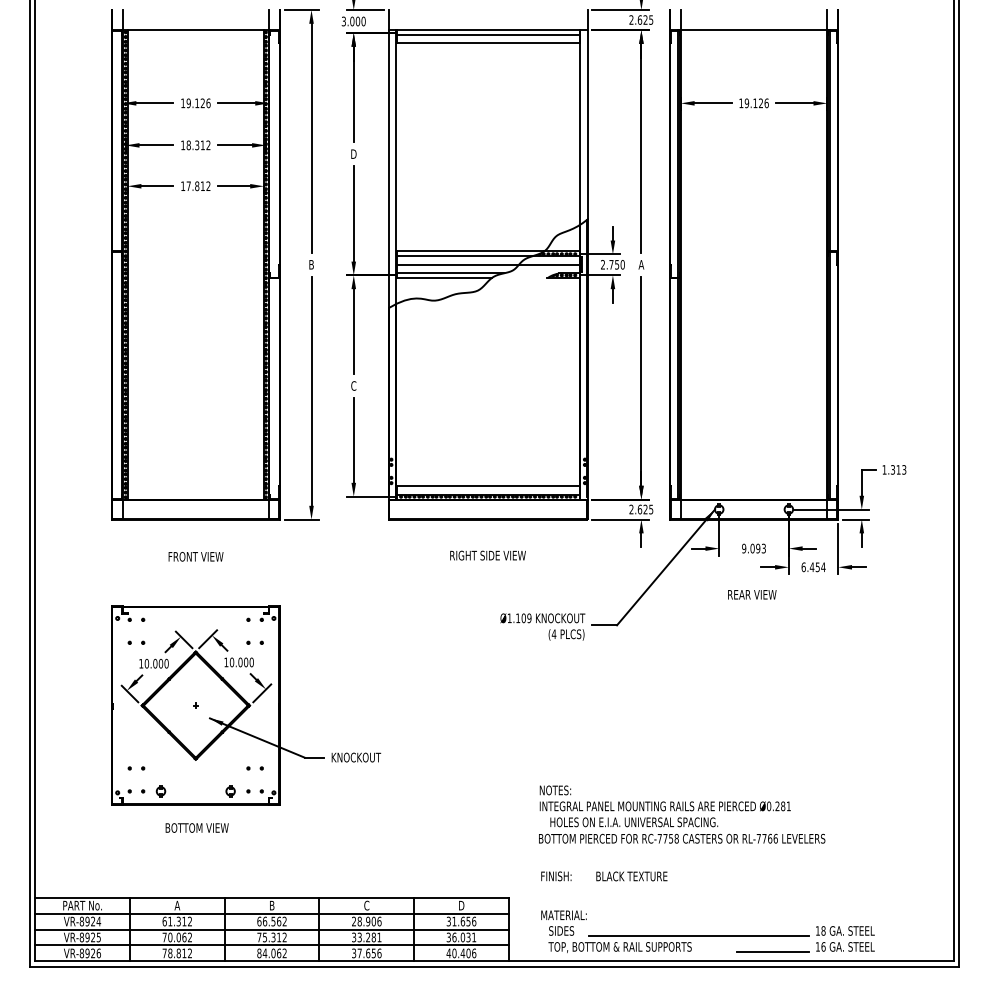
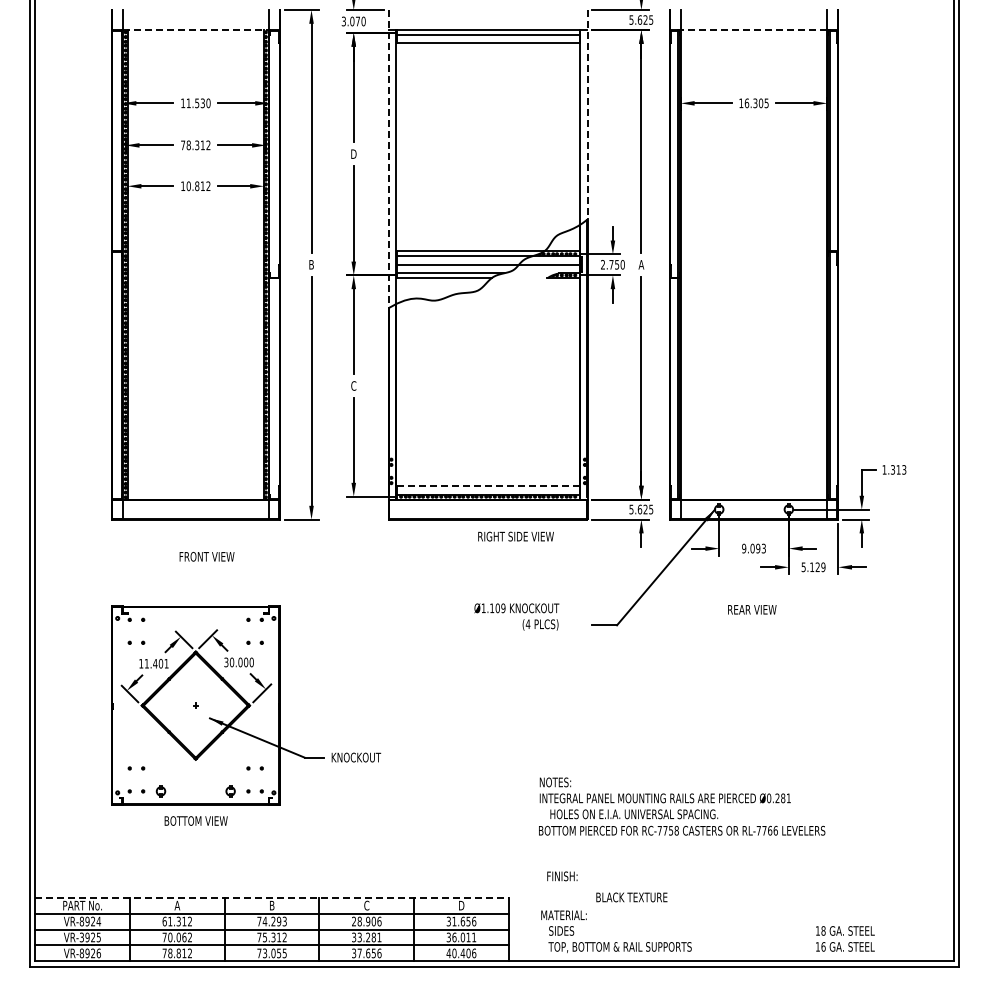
text at (631, 19): 2.625 -> 5.625
text at (357, 21): 3.000 -> 3.070
line at (196, 30): solid -> dashed
line at (753, 30): solid -> dashed
text at (198, 103): 19.126 -> 11.530
text at (756, 103): 19.126 -> 16.305
line at (587, 114): solid -> dashed
text at (183, 145): 18.312 -> 78.312
line at (388, 159): solid -> dashed
text at (188, 186): 17.812 -> 10.812
line at (488, 486): solid -> dashed
text at (631, 509): 2.625 -> 5.625
text at (487, 555) position: (487, 555) -> (515, 536)
text at (195, 556) position: (195, 556) -> (206, 556)
text at (813, 567): 6.454 -> 5.129
text at (752, 594) position: (752, 594) -> (752, 609)
text at (542, 626) position: (542, 626) -> (516, 616)
text at (226, 662): 10.000 -> 30.000
text at (156, 663): 10.000 -> 11.401
text at (682, 814) position: (682, 814) -> (682, 806)
text at (196, 827) position: (196, 827) -> (195, 820)
text at (556, 876) position: (556, 876) -> (562, 876)
text at (631, 876) position: (631, 876) -> (631, 897)
line at (272, 897): solid -> dashed
text at (271, 921): 66.562 -> 74.293
line at (698, 935): present -> none
text at (81, 937): VR-8925 -> VR-3925
text at (468, 937): 36.031 -> 36.011
line at (773, 951): present -> none
text at (271, 953): 84.062 -> 73.055
